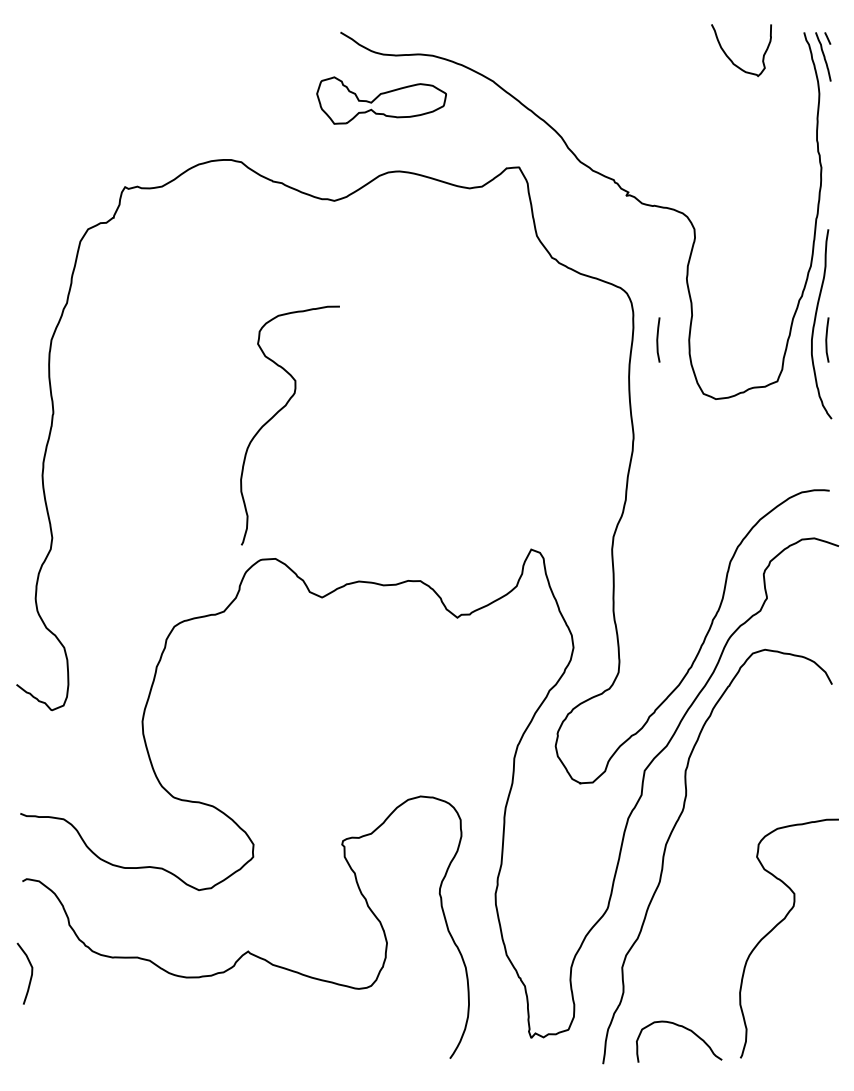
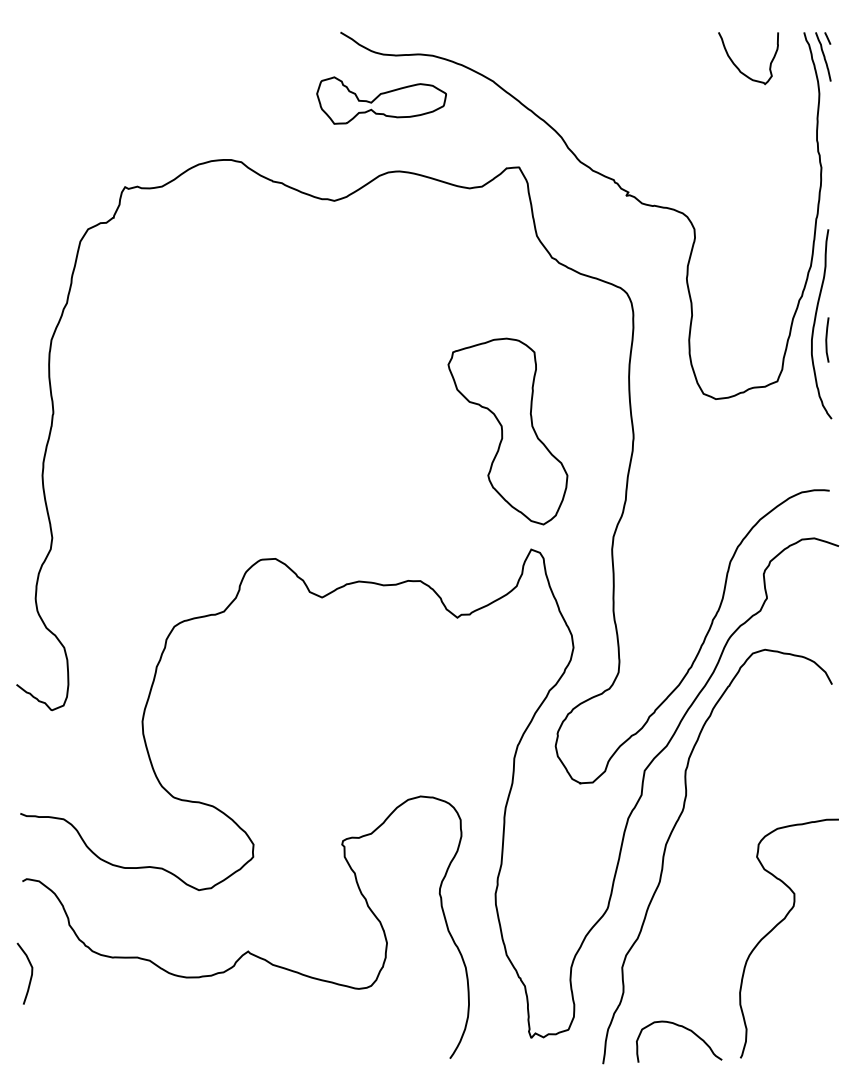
curve at (731, 59) position: (731, 59) -> (738, 67)
line at (658, 339): present -> none
curve at (280, 411): present -> none
part at (507, 431): none -> present
